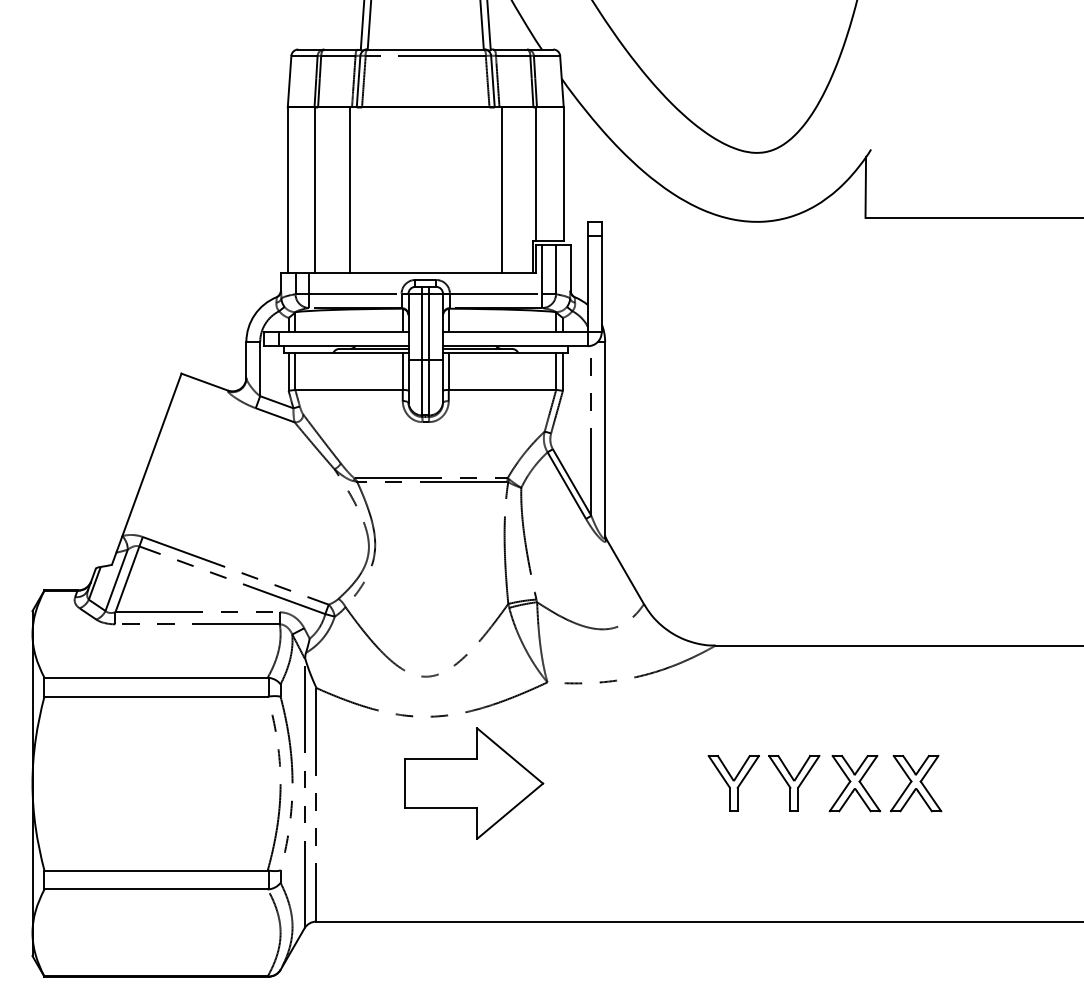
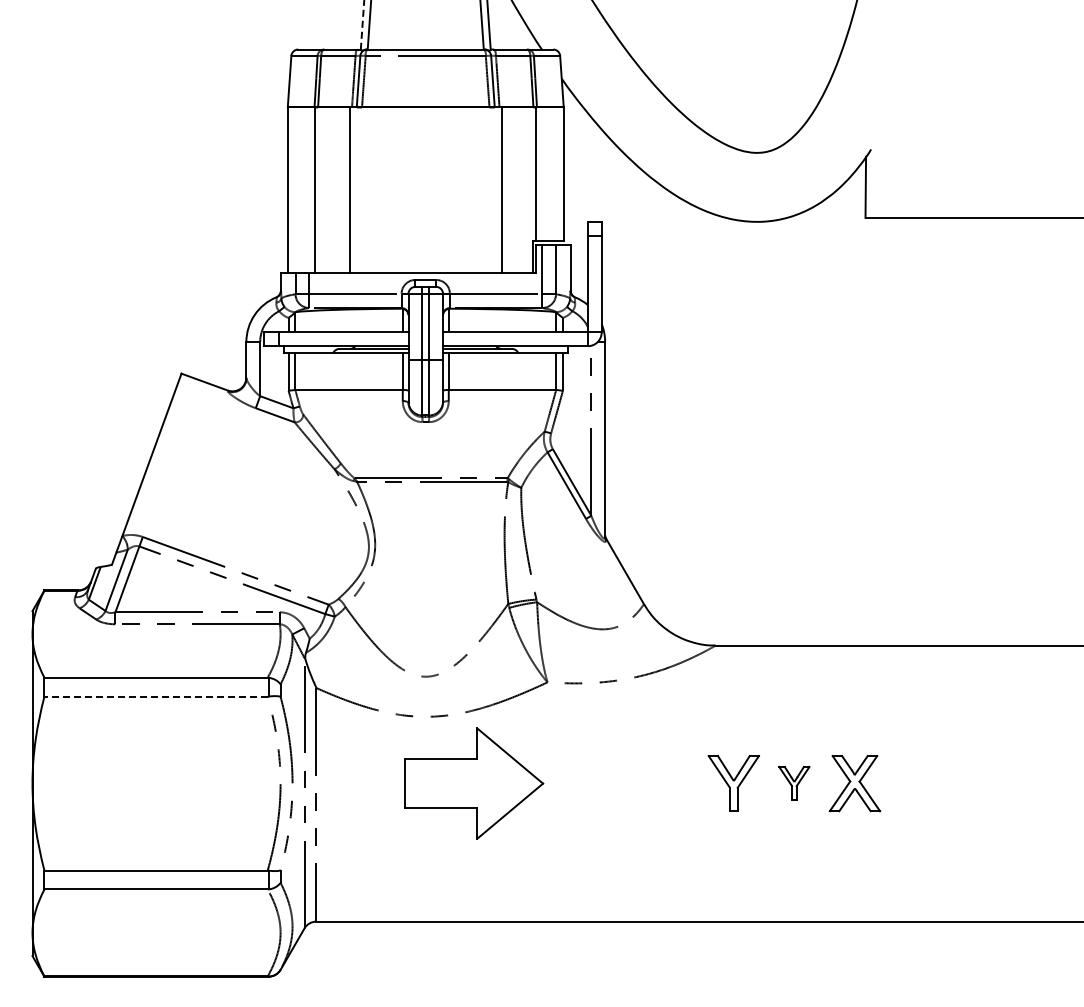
line at (362, 24): solid -> dashed
line at (156, 696): solid -> dashed
part at (794, 783) size: 53x57 px -> 33x35 px
part at (915, 783): present -> none
